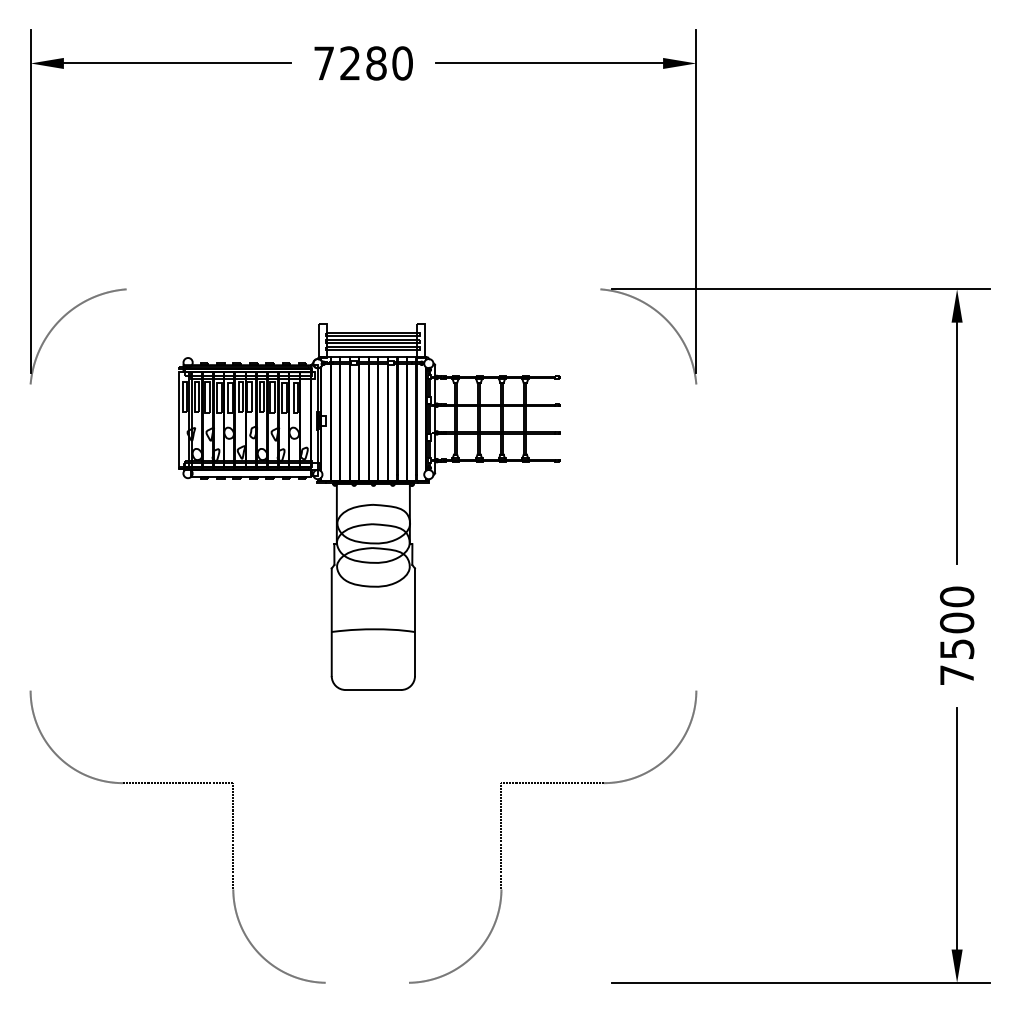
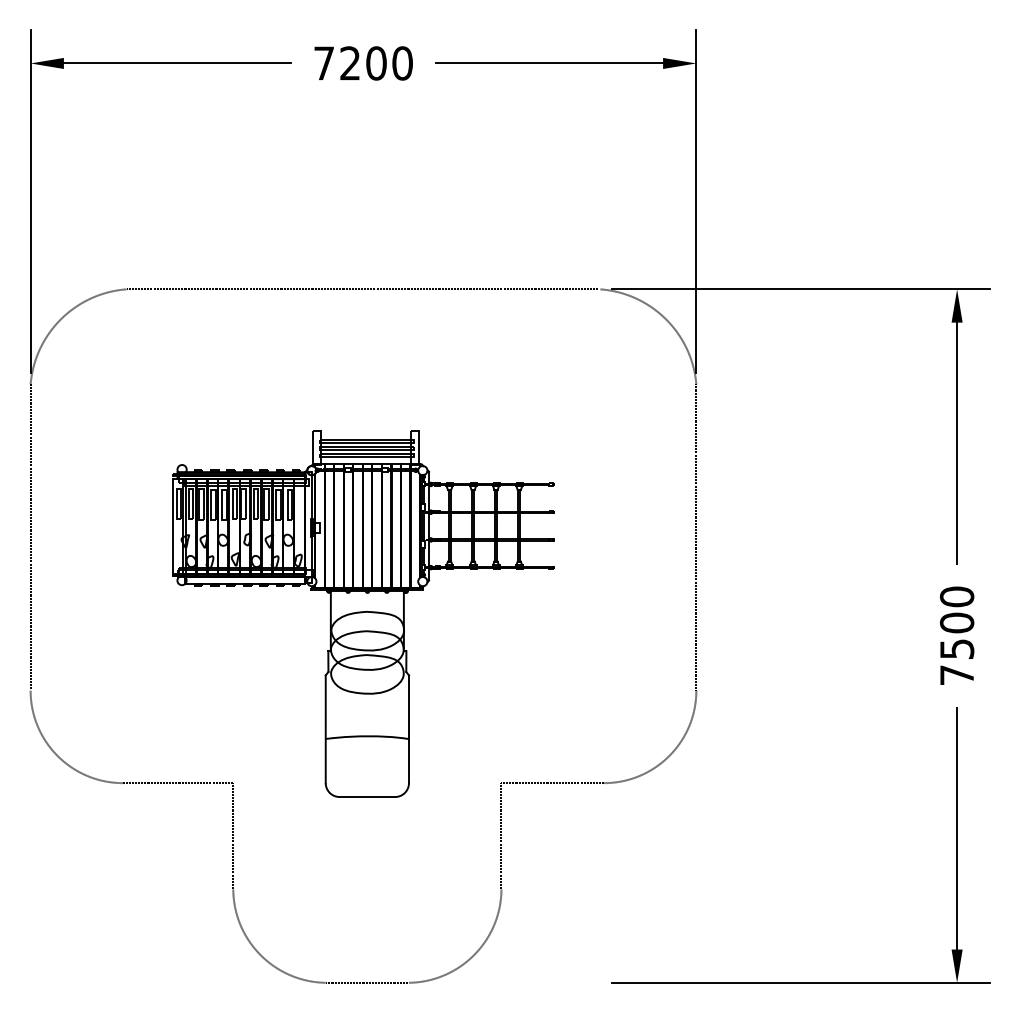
text at (376, 63): 7280 -> 7200
line at (363, 289): none -> present
part at (369, 506) position: (369, 506) -> (363, 613)
line at (30, 537): none -> present
line at (696, 537): none -> present
line at (366, 982): none -> present
